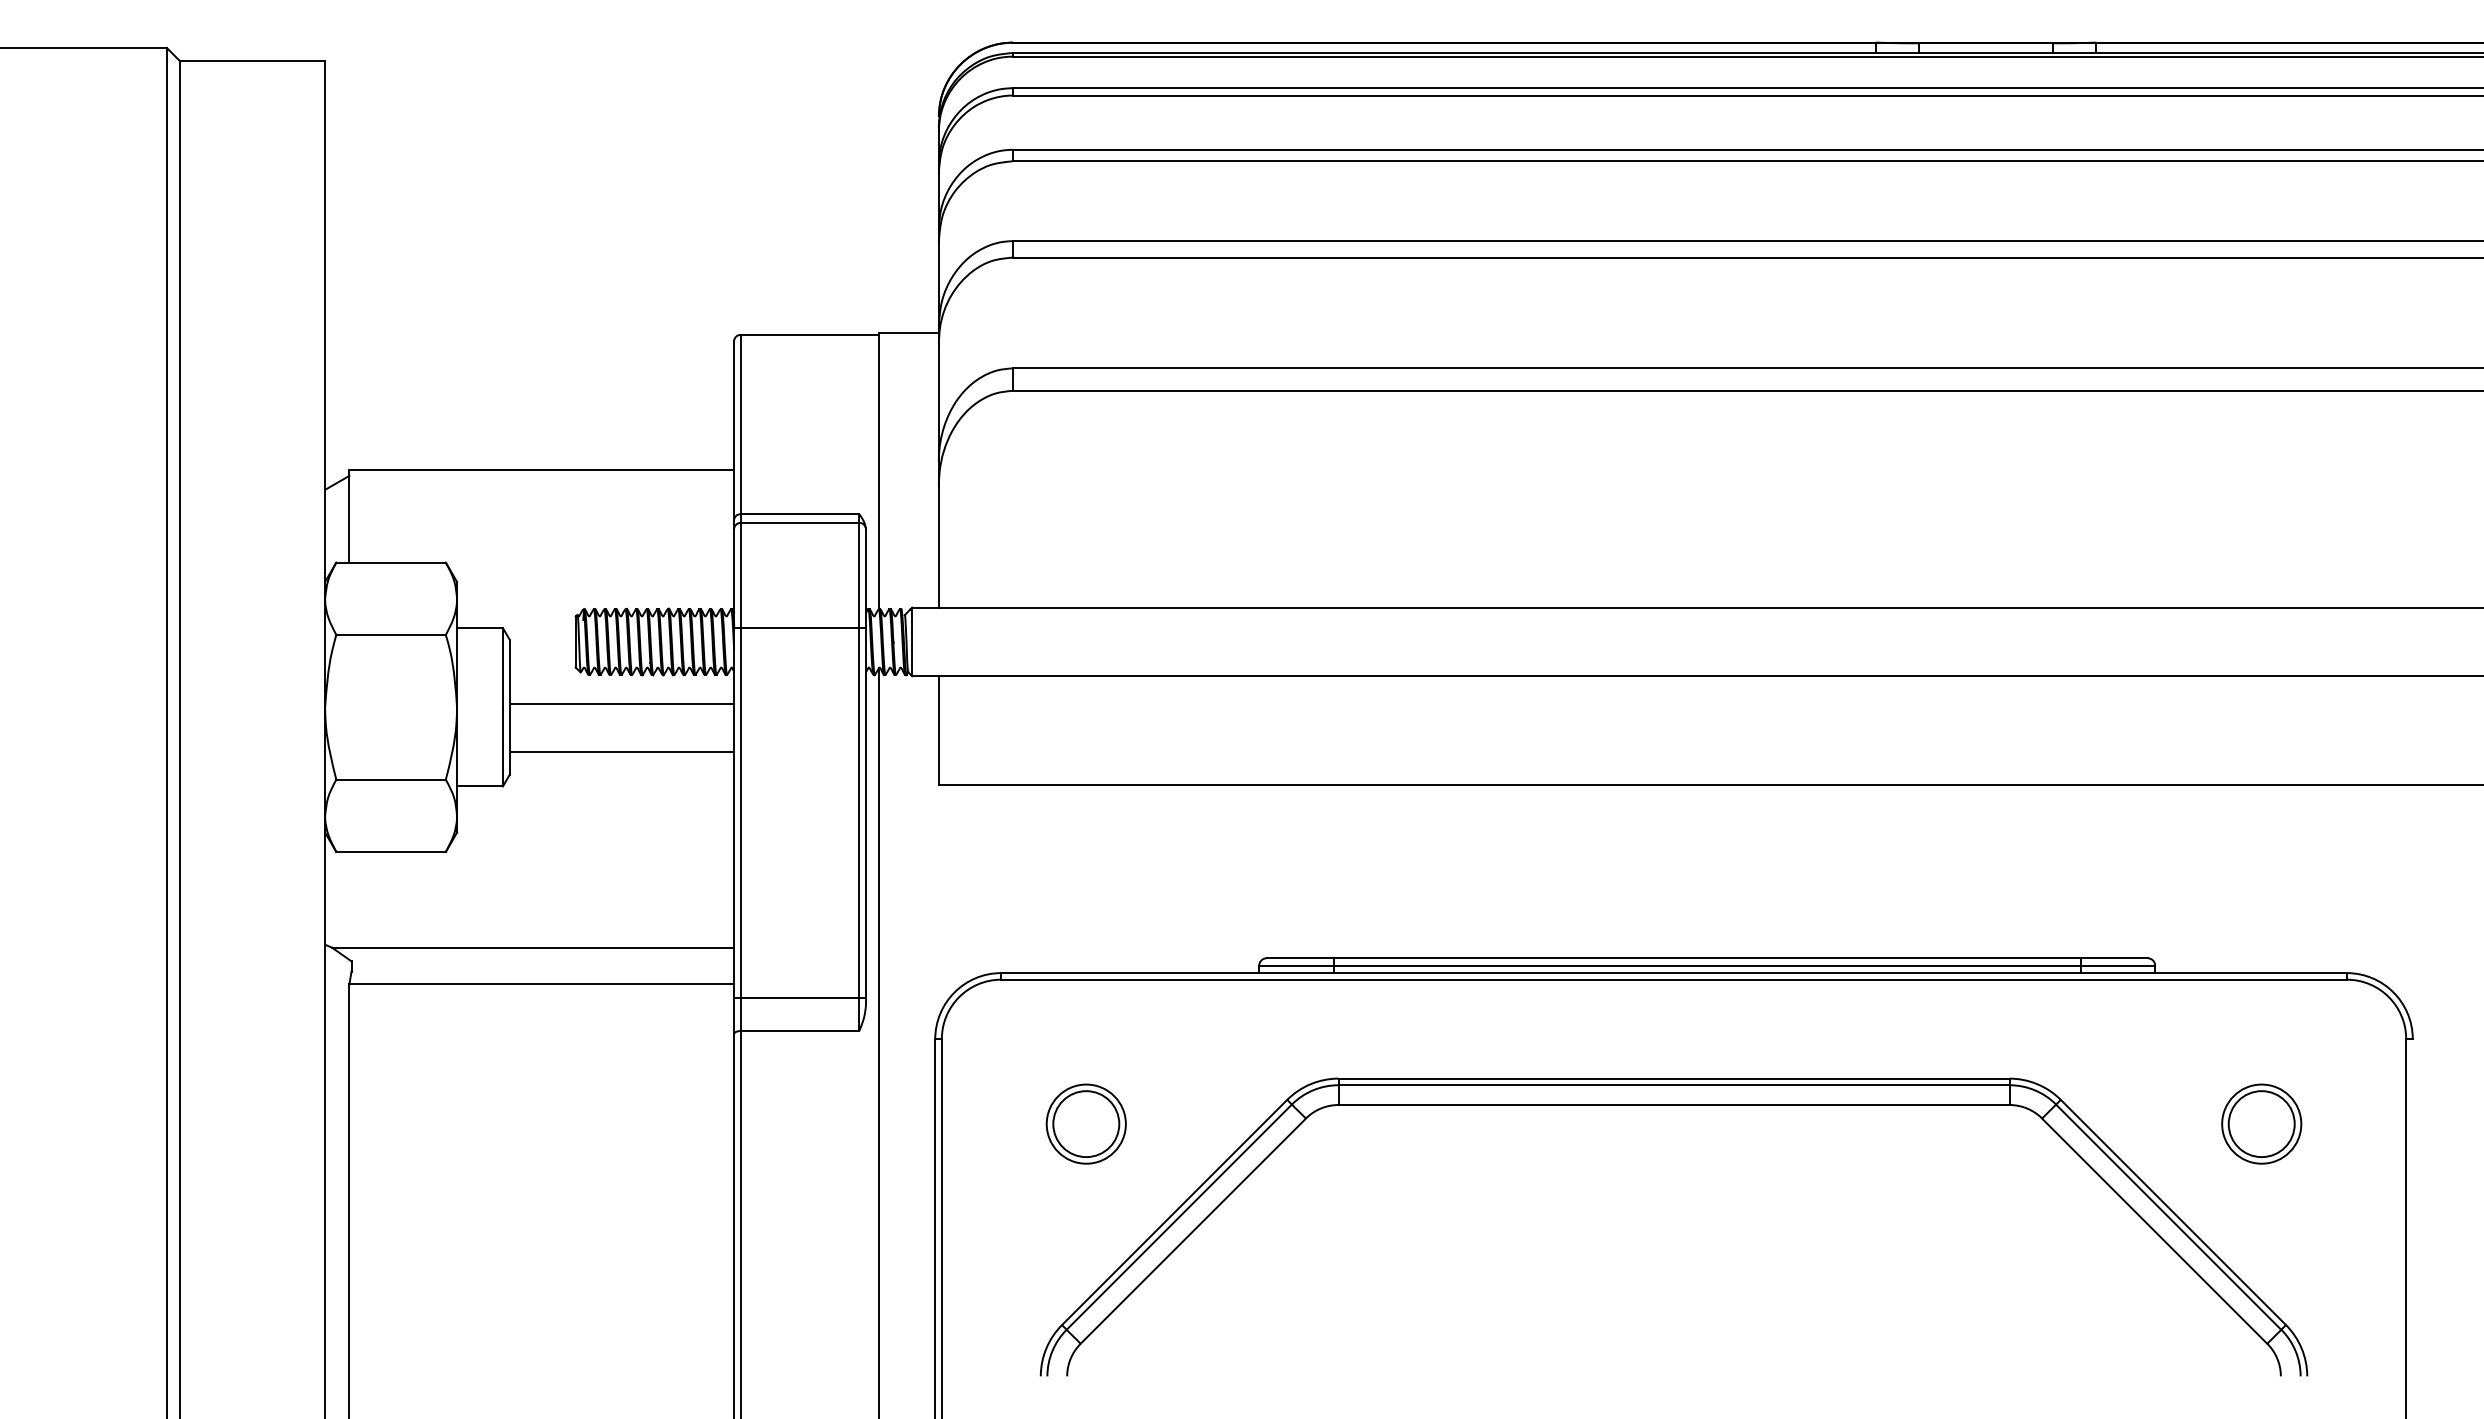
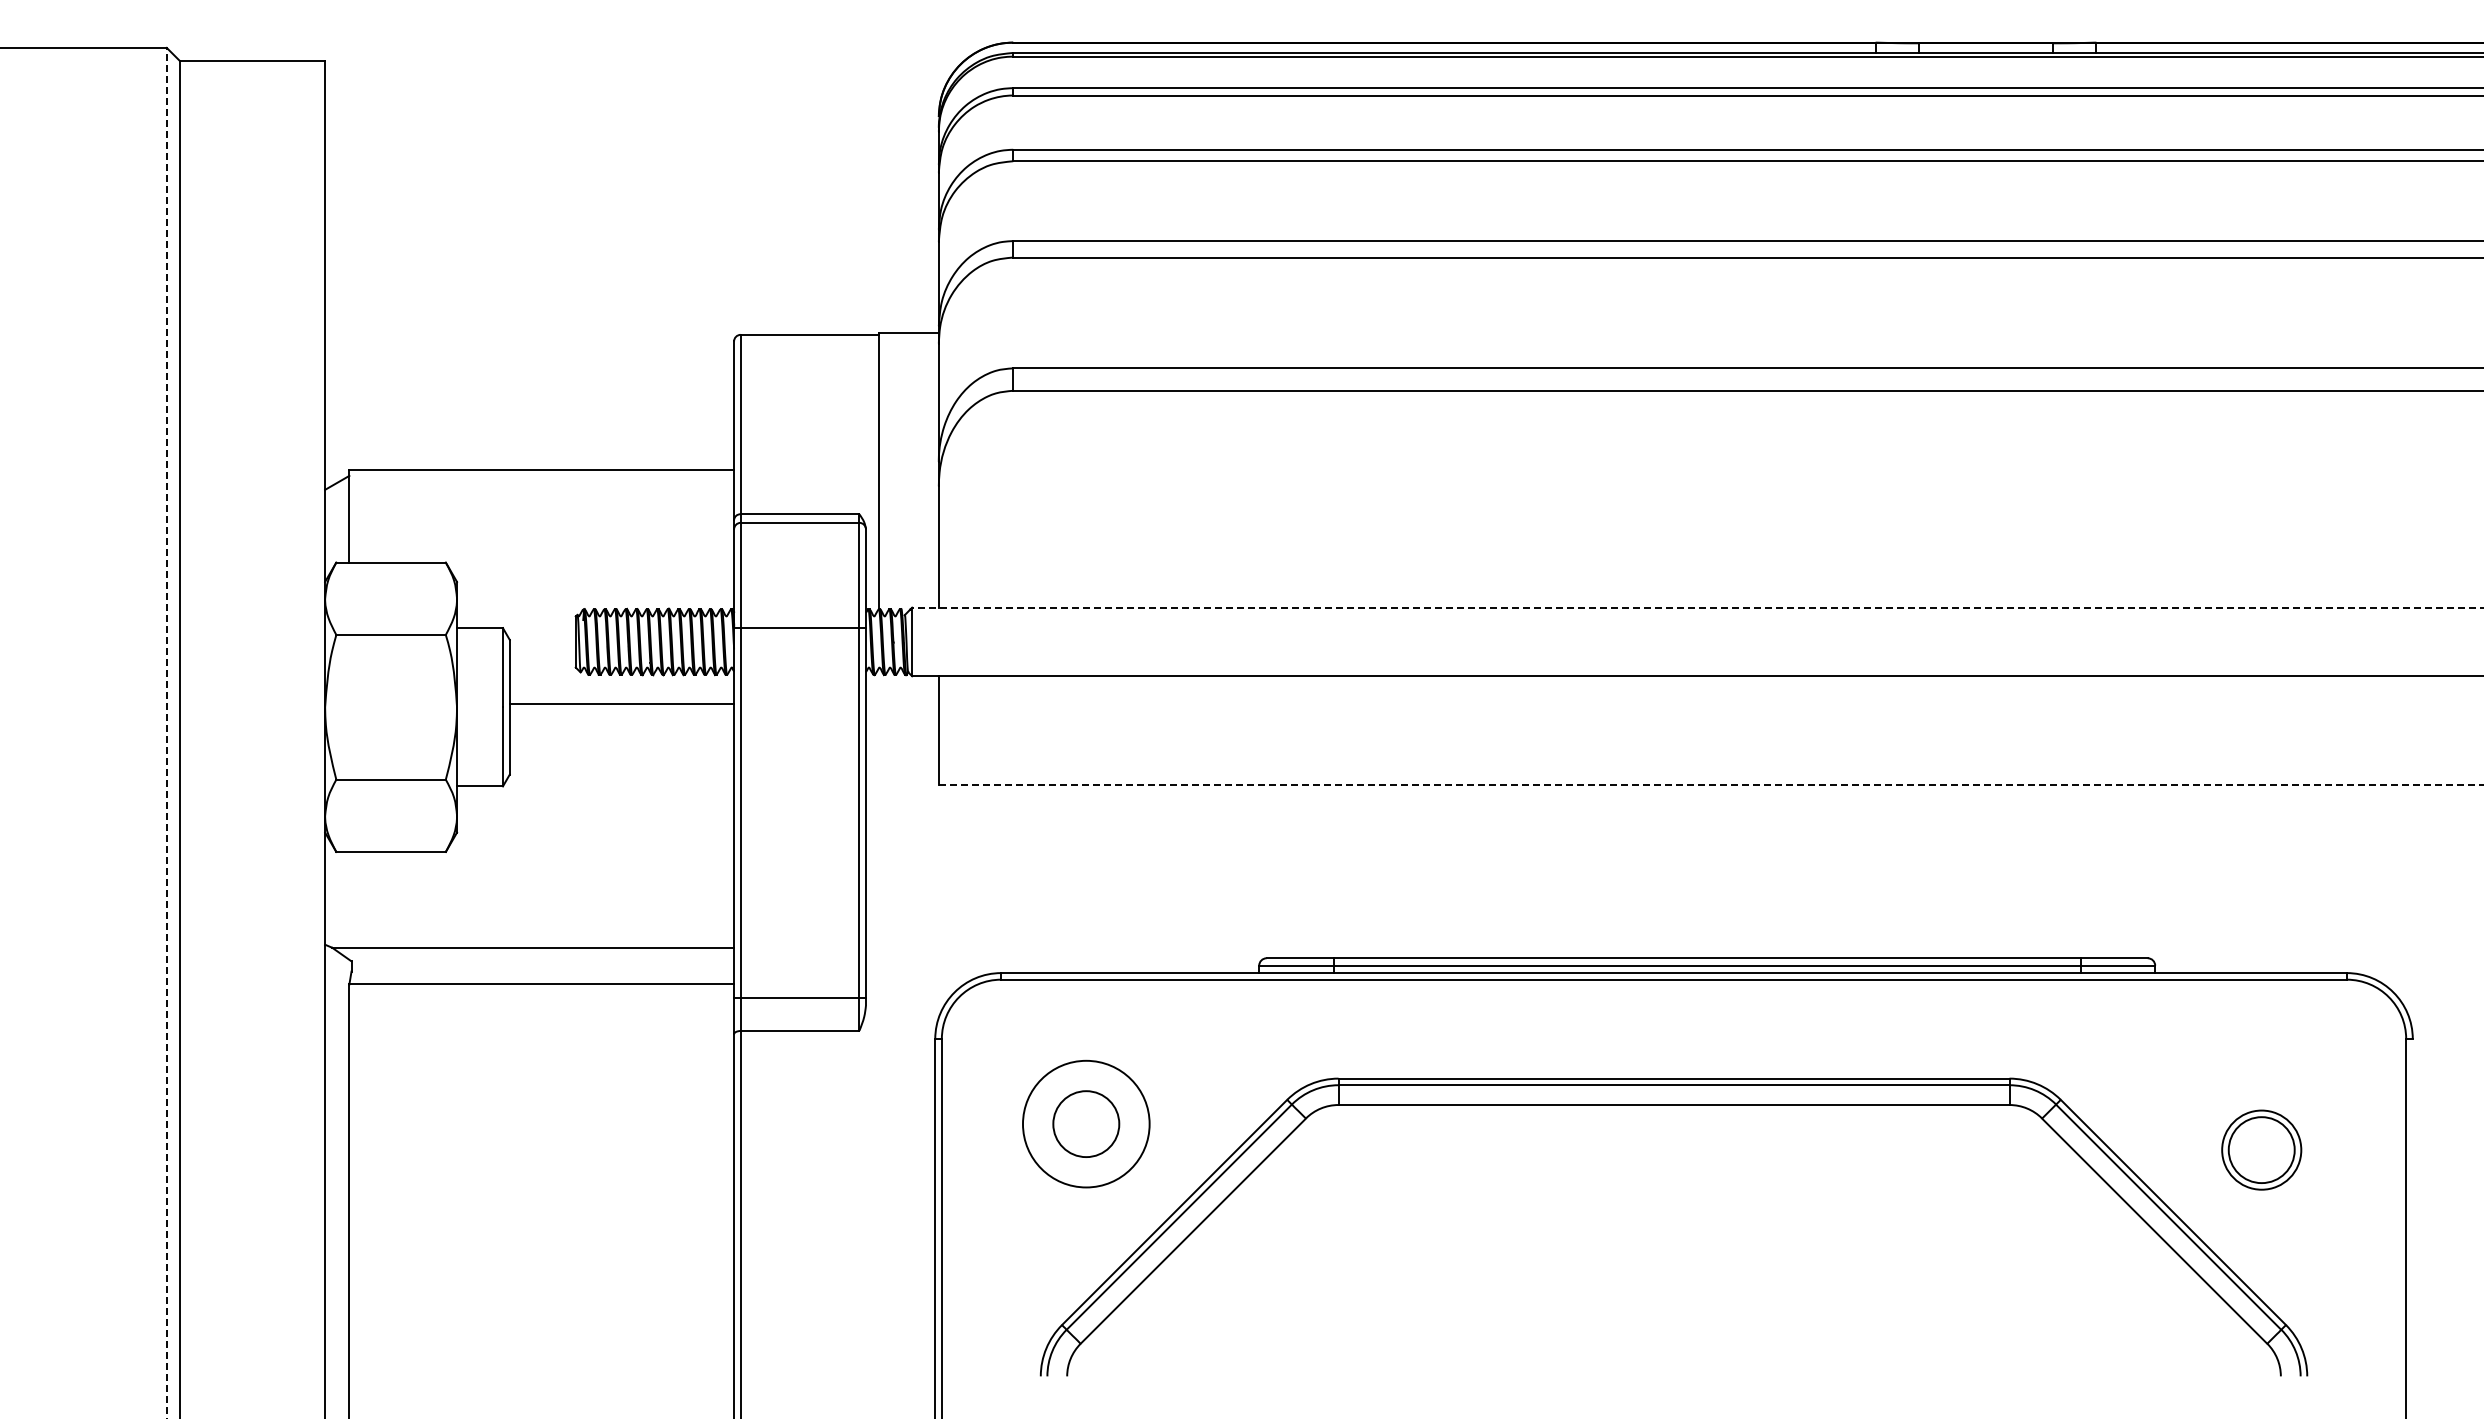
line at (1697, 607): solid -> dashed
line at (166, 732): solid -> dashed
line at (621, 751): present -> none
line at (1711, 784): solid -> dashed
line at (879, 1041): present -> none
circle at (1085, 1123) diameter: 79 px -> 127 px
part at (2261, 1123) position: (2261, 1123) -> (2261, 1149)
